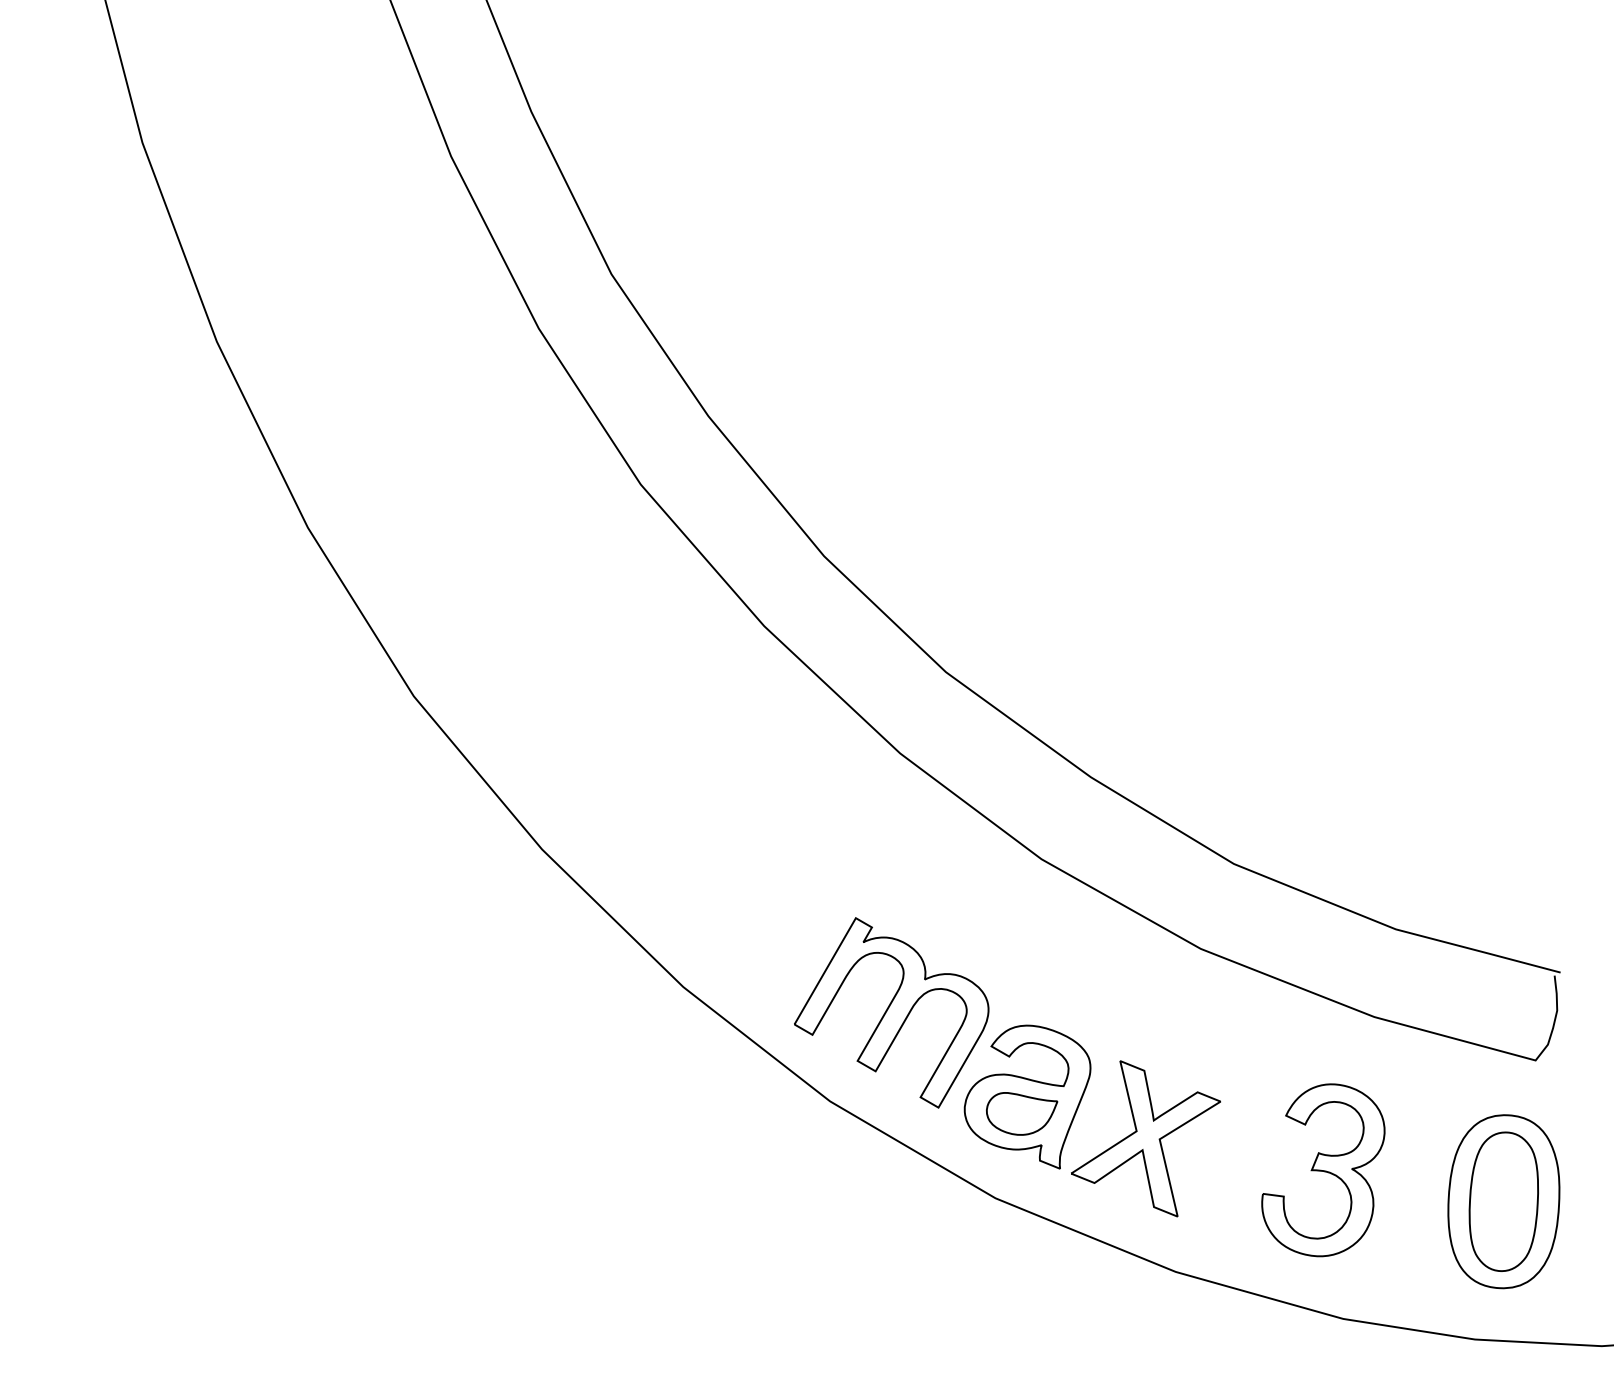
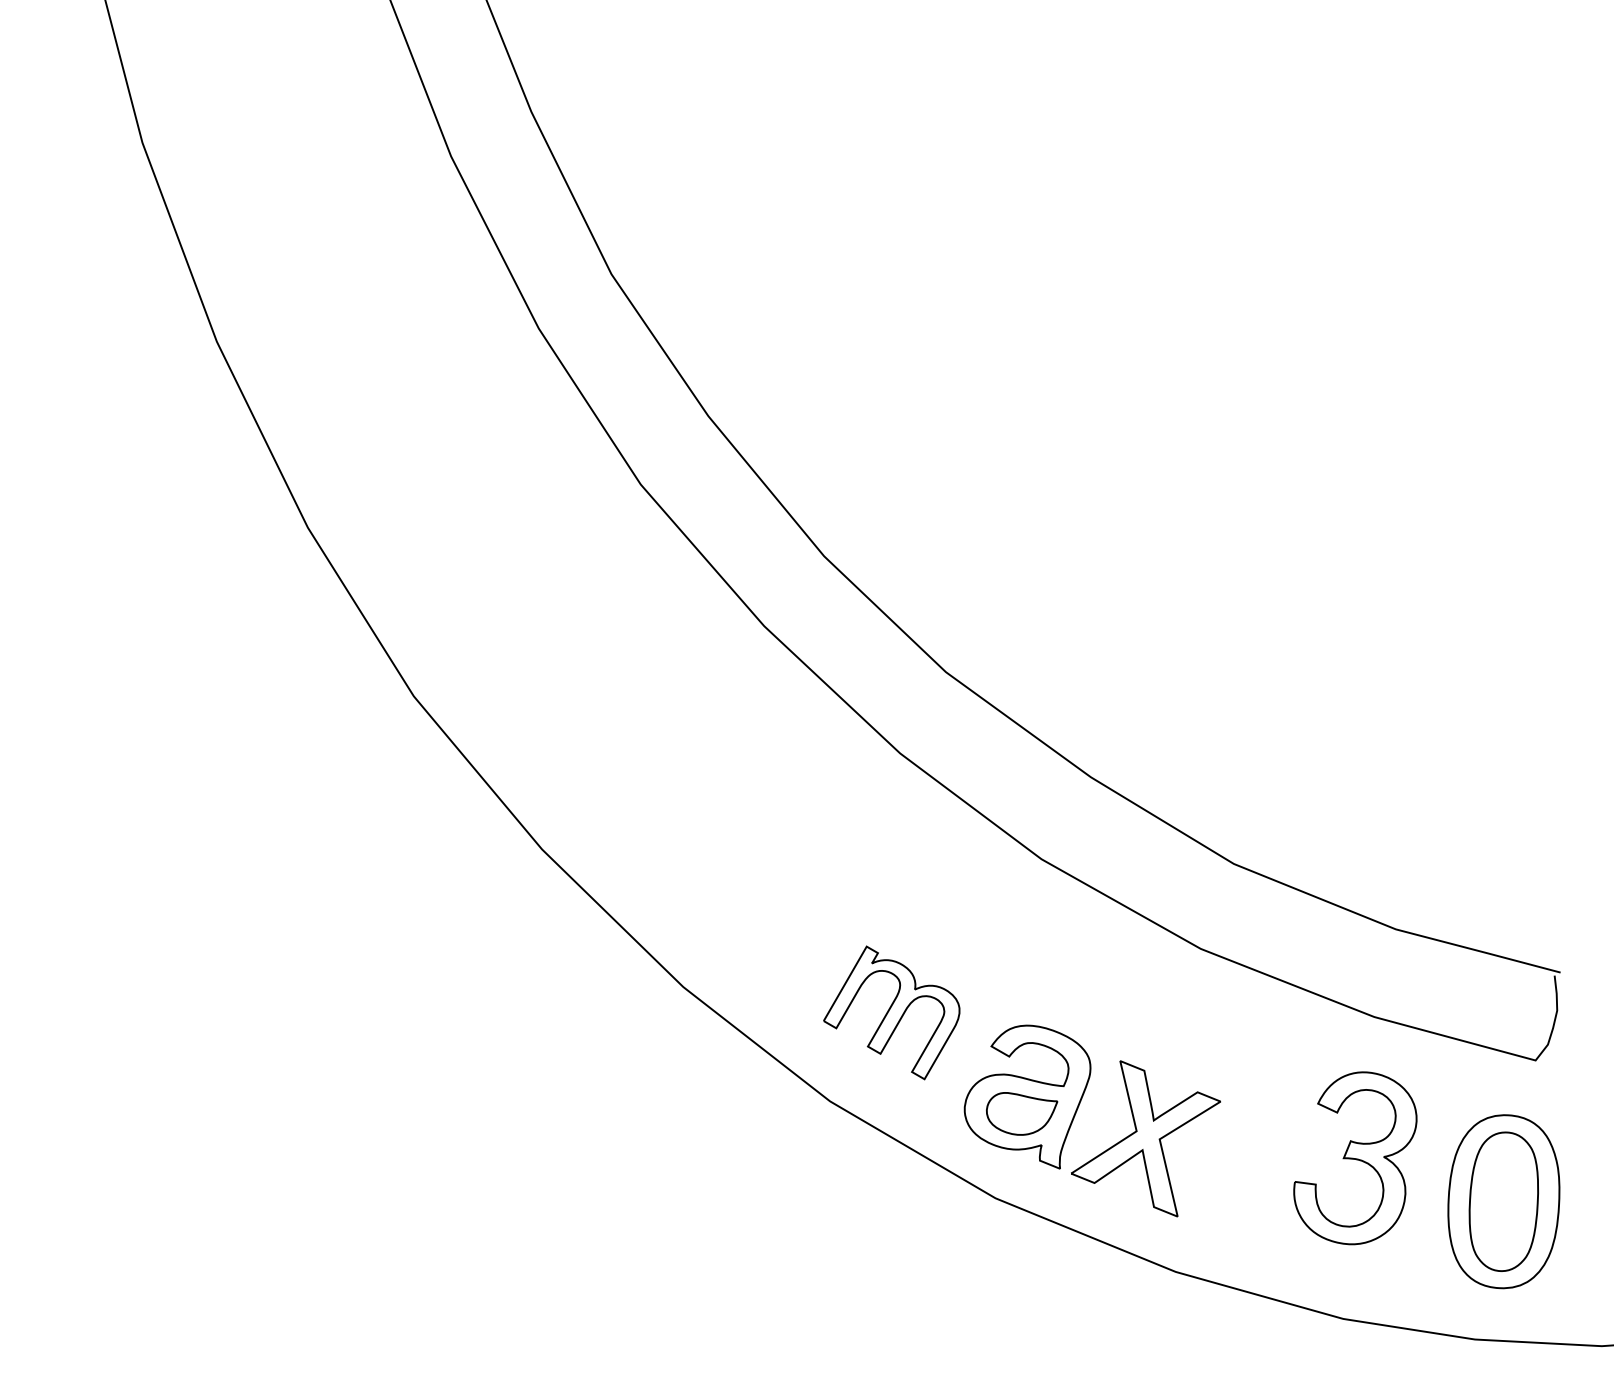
part at (891, 1012) size: 196x192 px -> 138x136 px
part at (1323, 1170) position: (1323, 1170) -> (1355, 1158)
